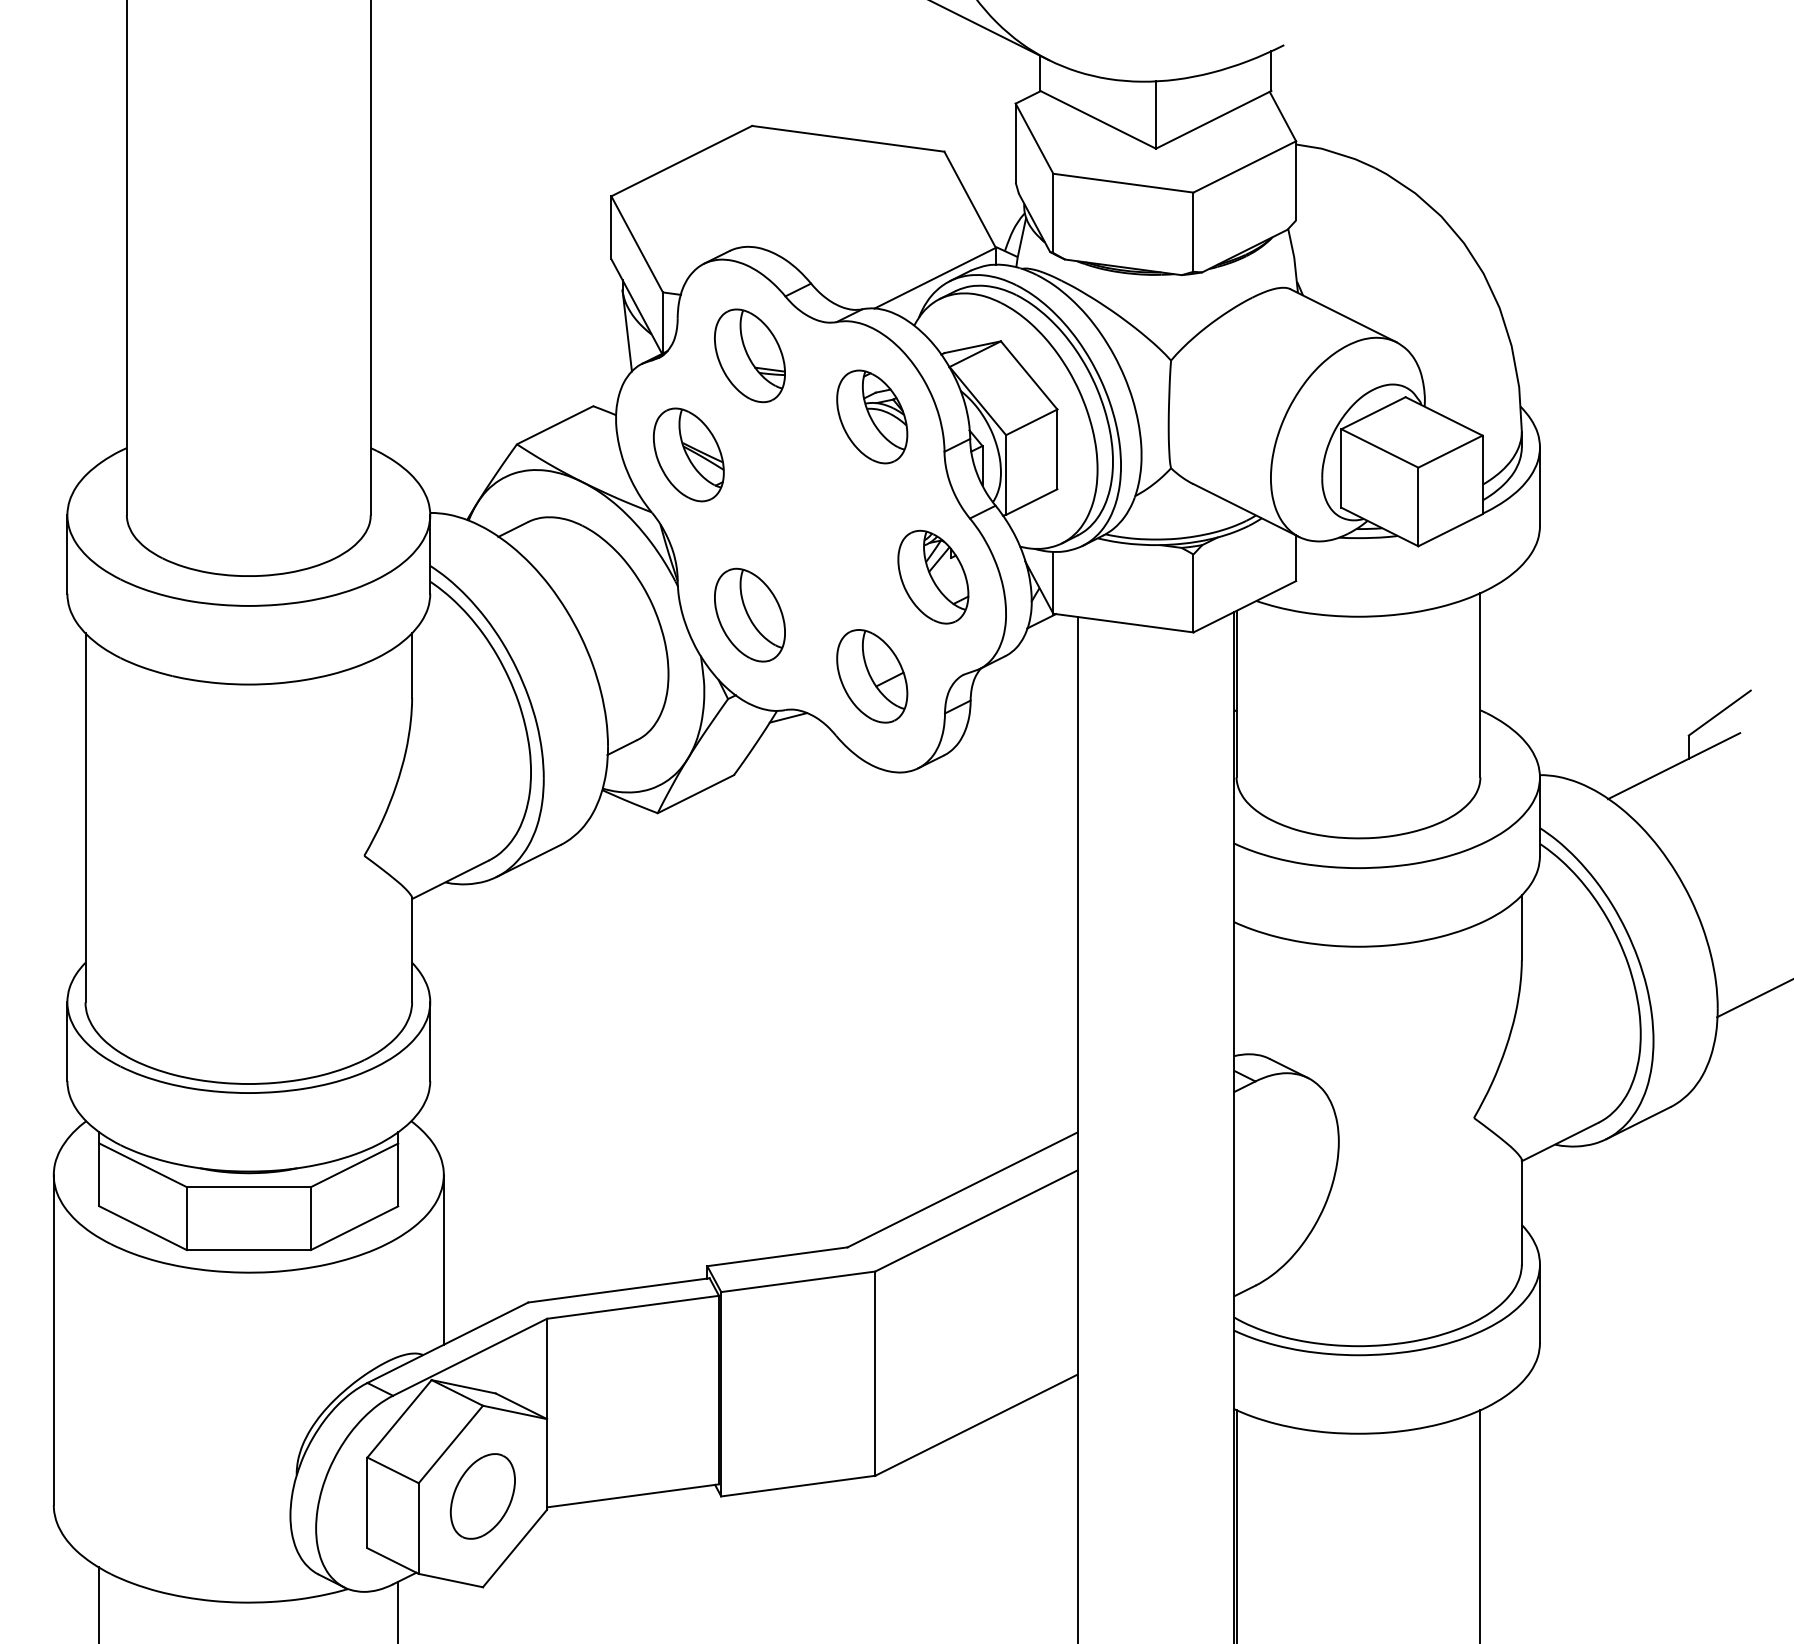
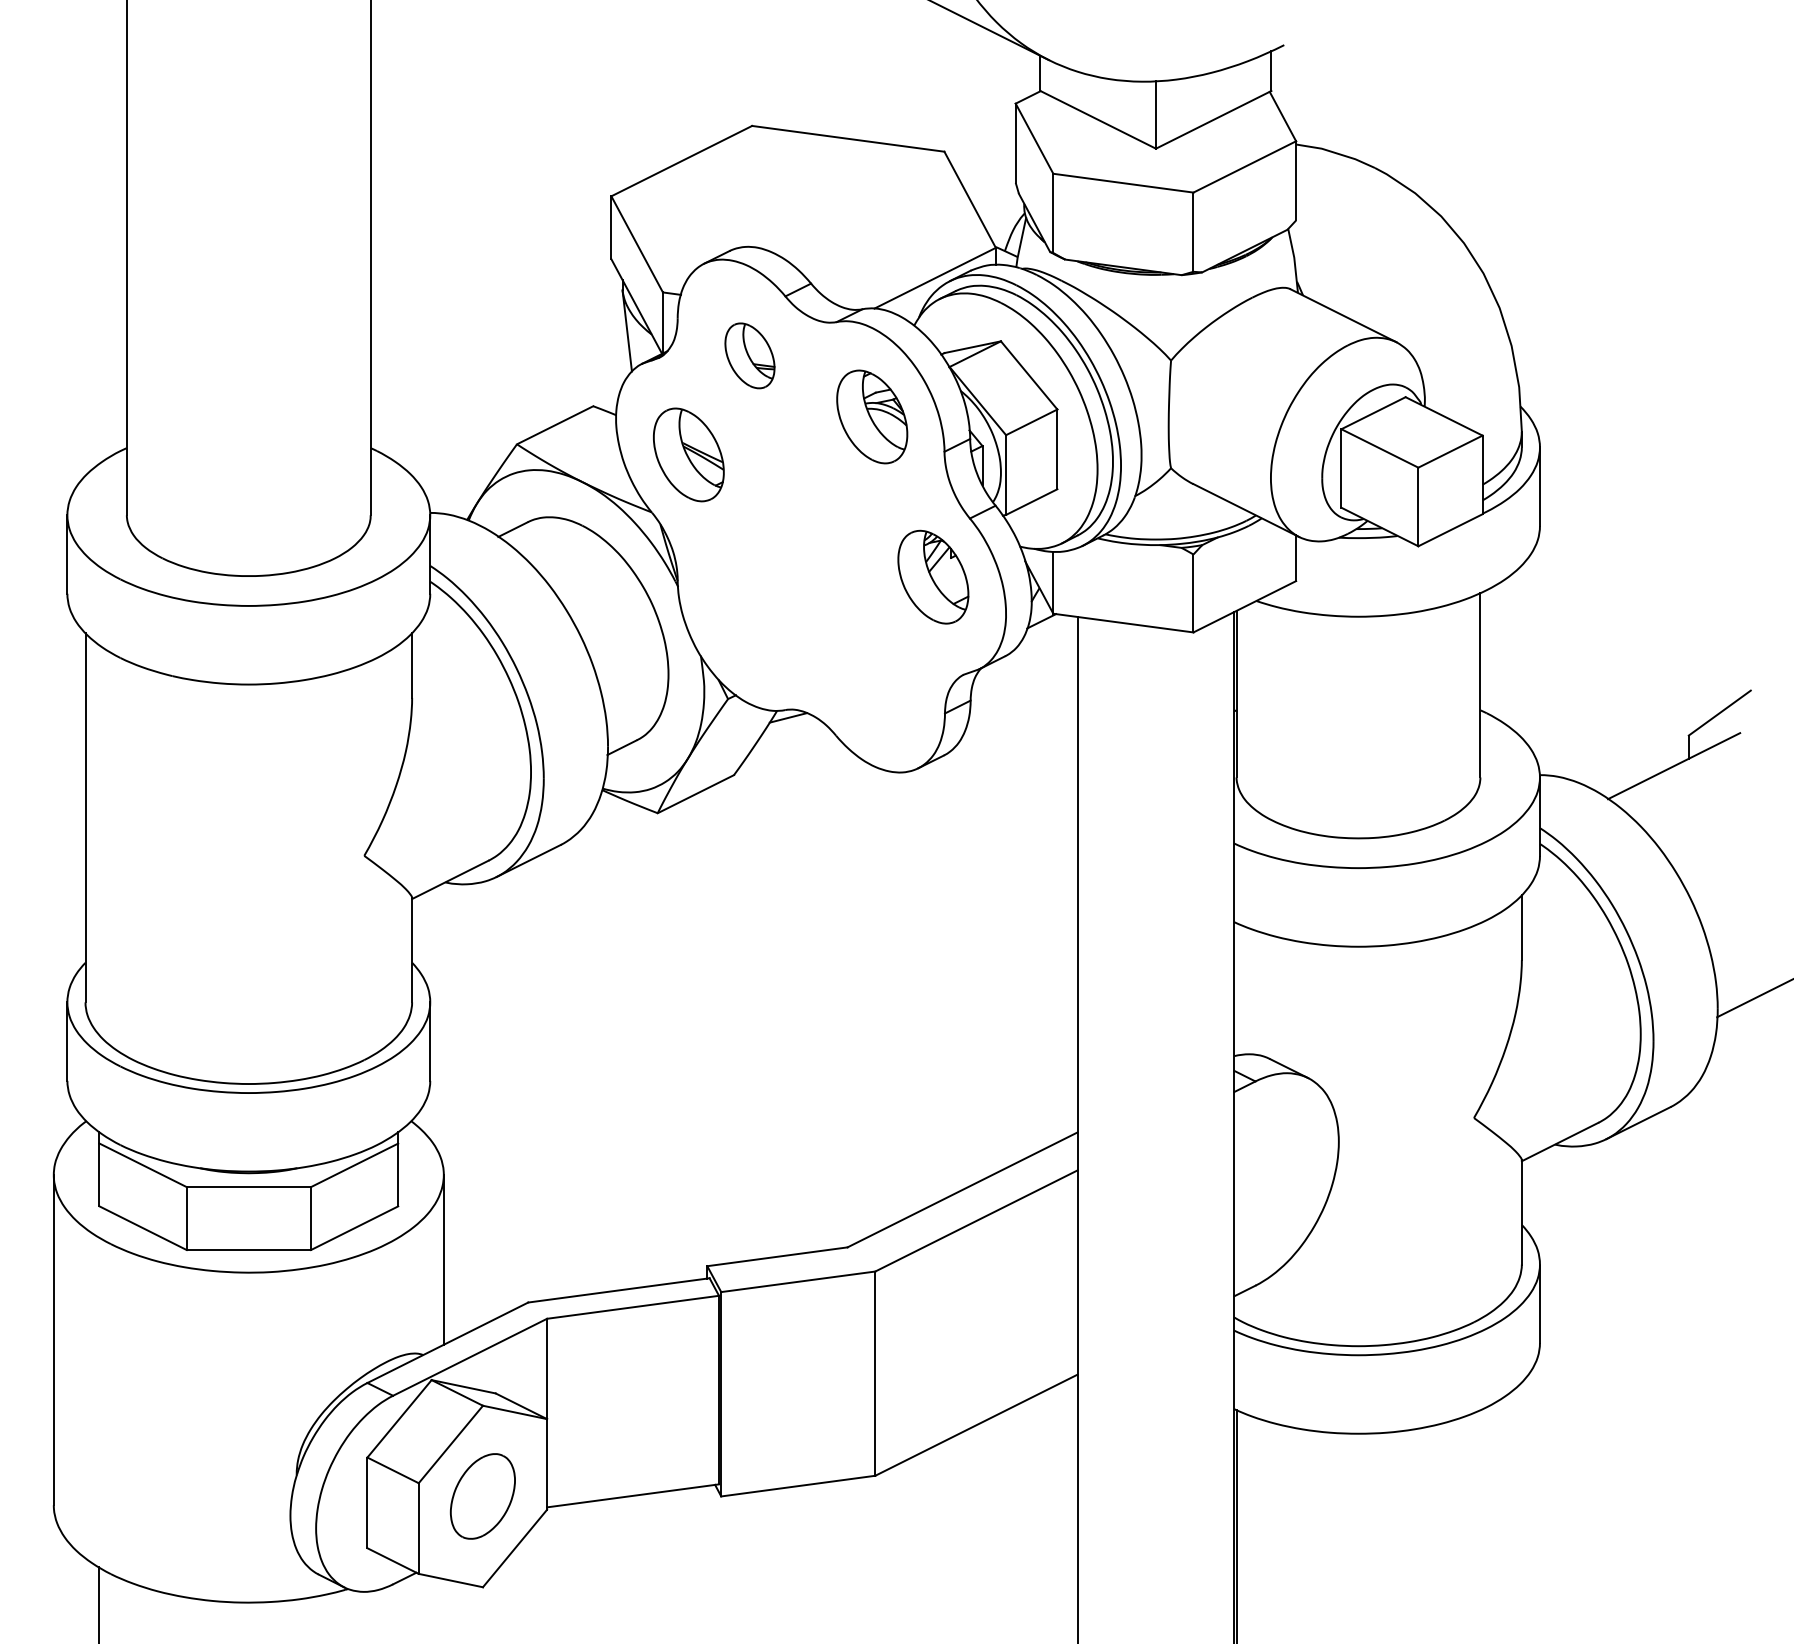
part at (749, 355) size: 72x96 px -> 52x68 px
part at (749, 614): present -> none
part at (872, 676): present -> none
line at (1480, 1524): present -> none
line at (398, 1610): present -> none
